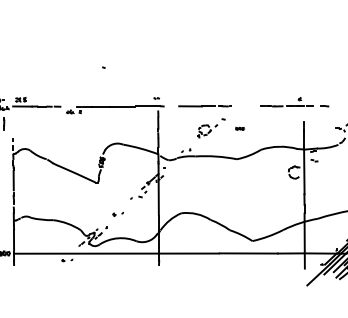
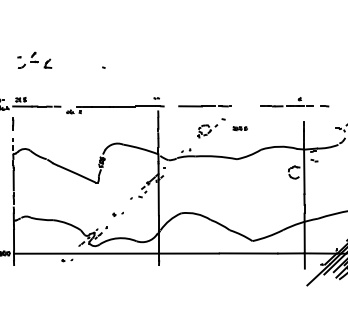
part at (34, 59): none -> present
line at (4, 123) position: (4, 123) -> (13, 123)
part at (240, 128) size: 11x5 px -> 16x6 px
